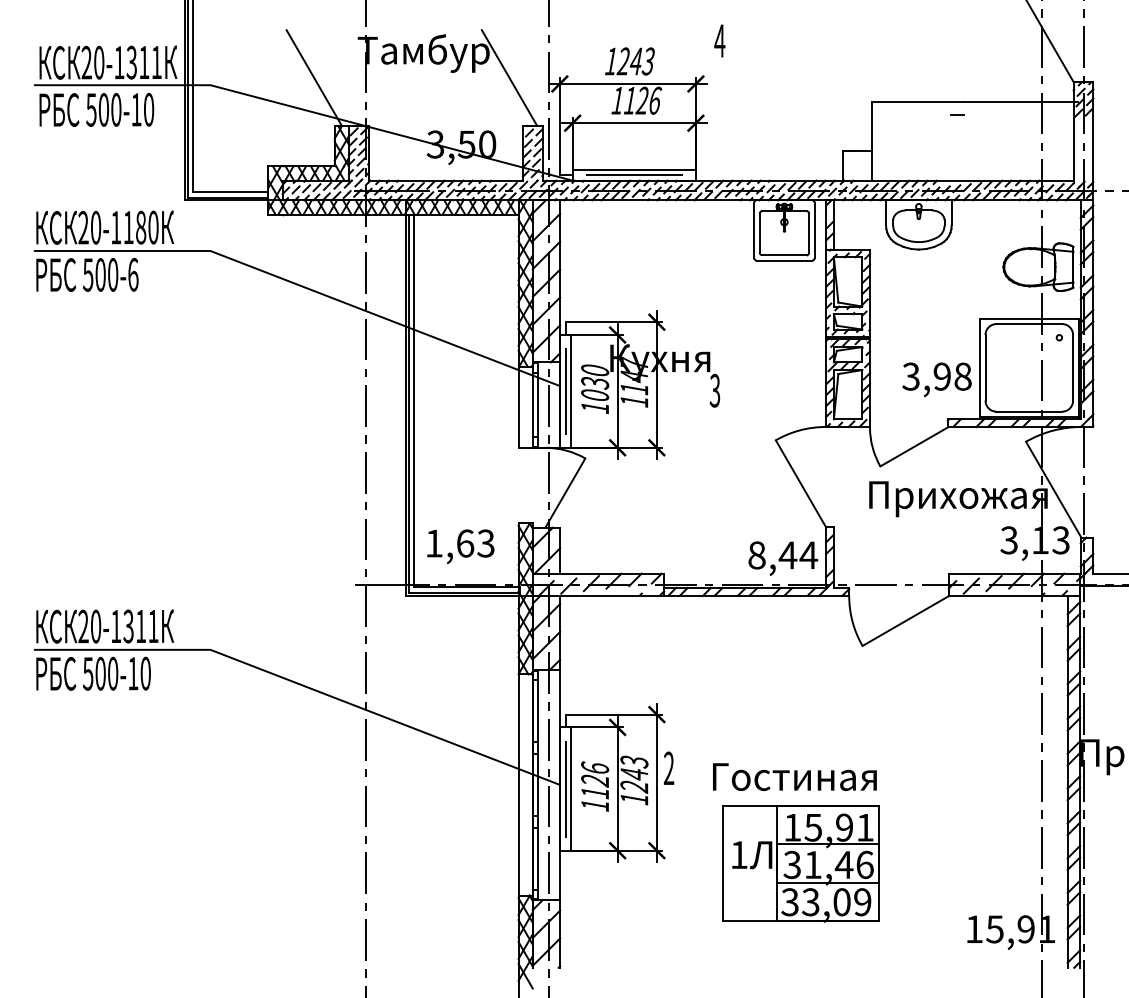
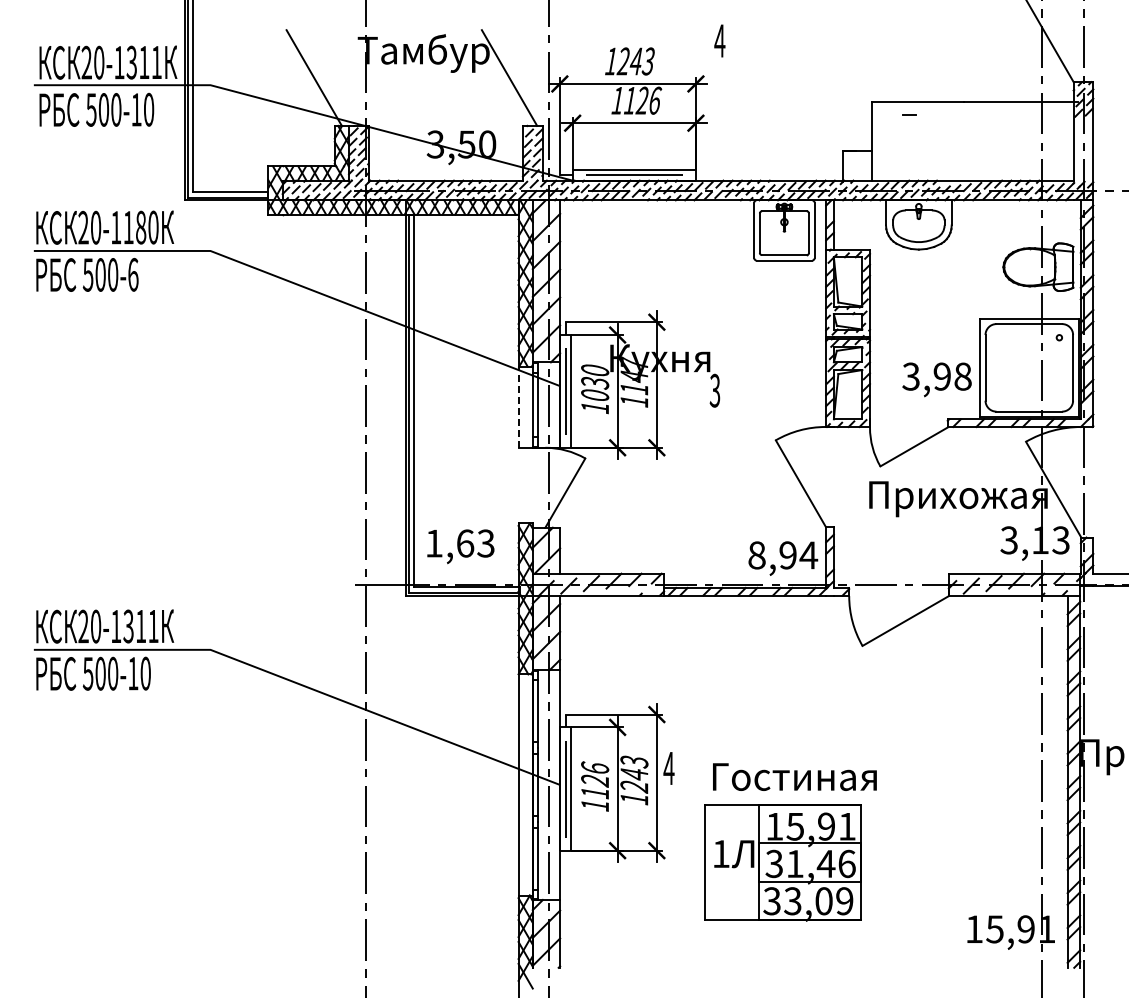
line at (957, 114) position: (957, 114) -> (909, 114)
line at (518, 407): solid -> dashed
text at (787, 555): 8,44 -> 8,94
text at (668, 767): 2 -> 4
part at (800, 863) position: (800, 863) -> (782, 862)
